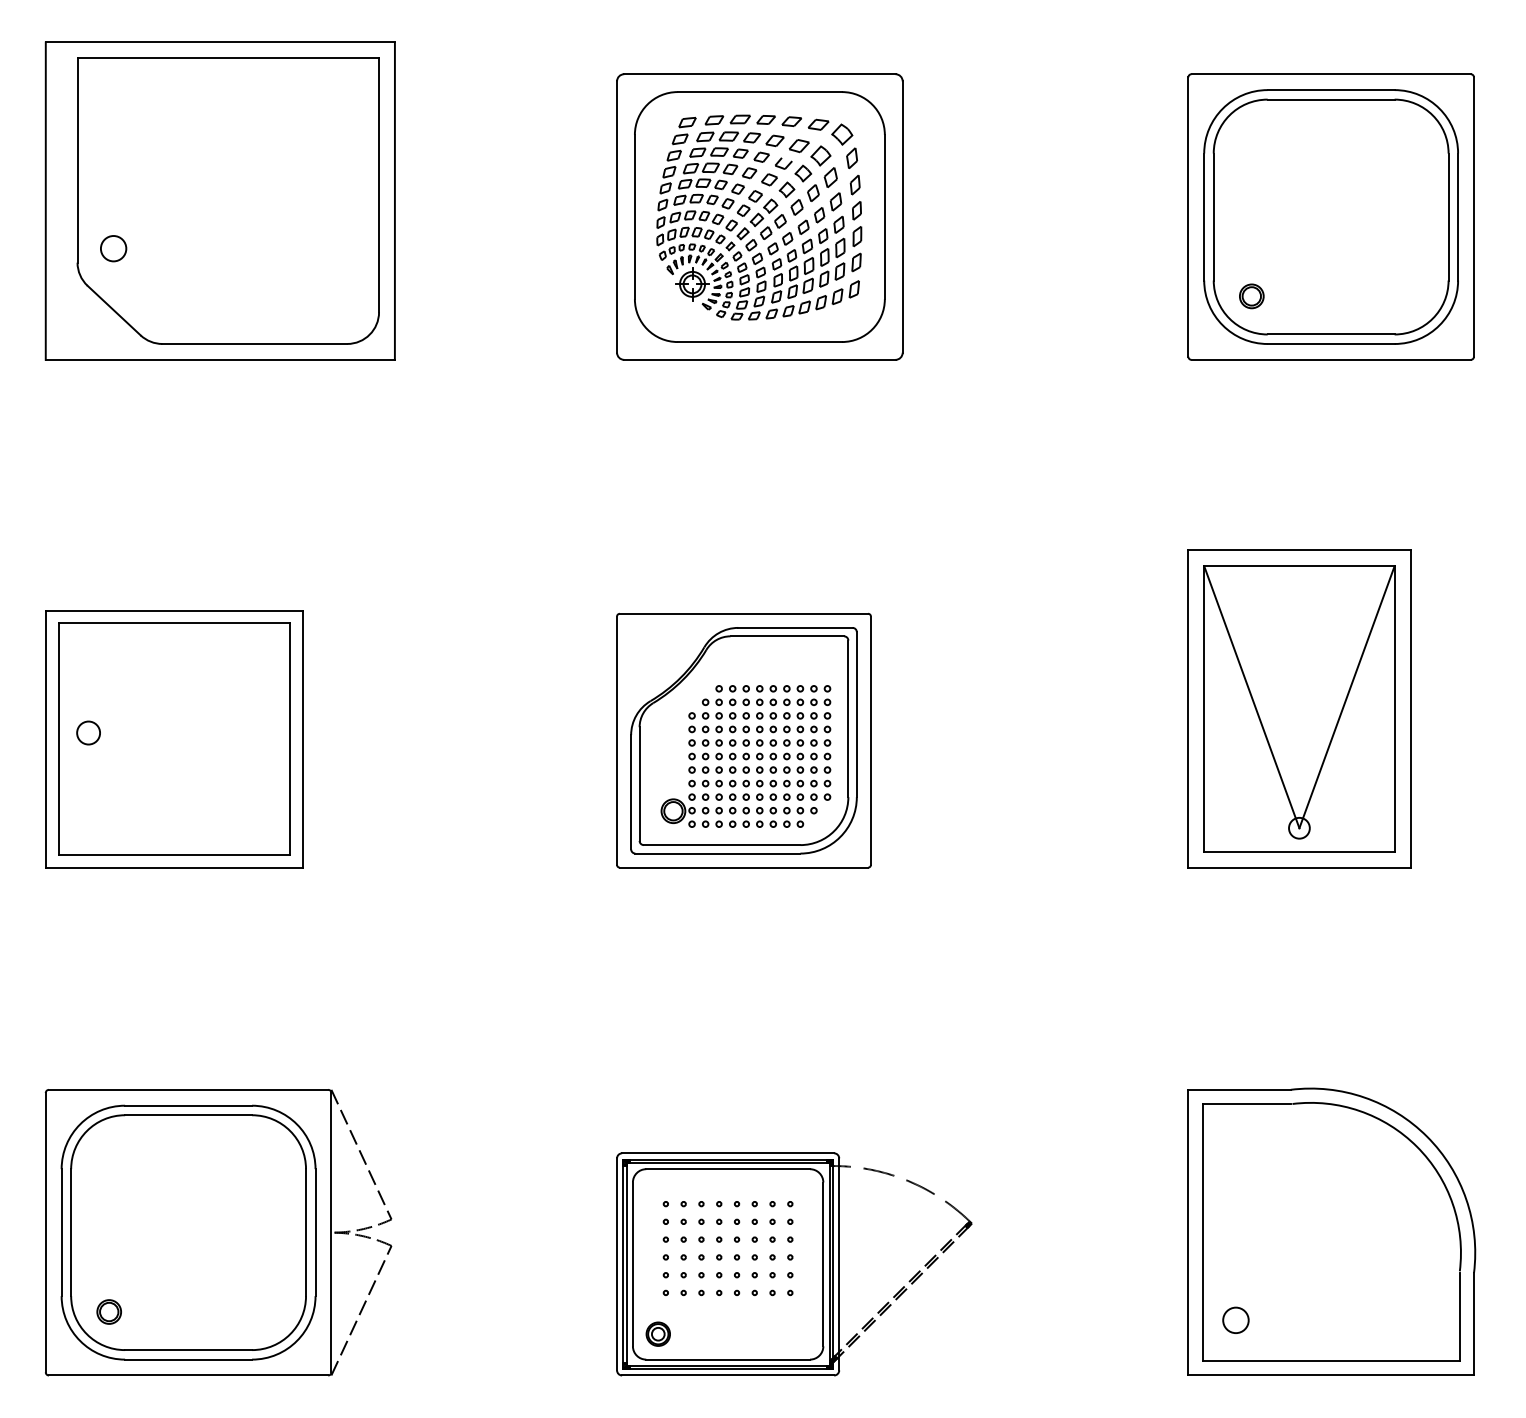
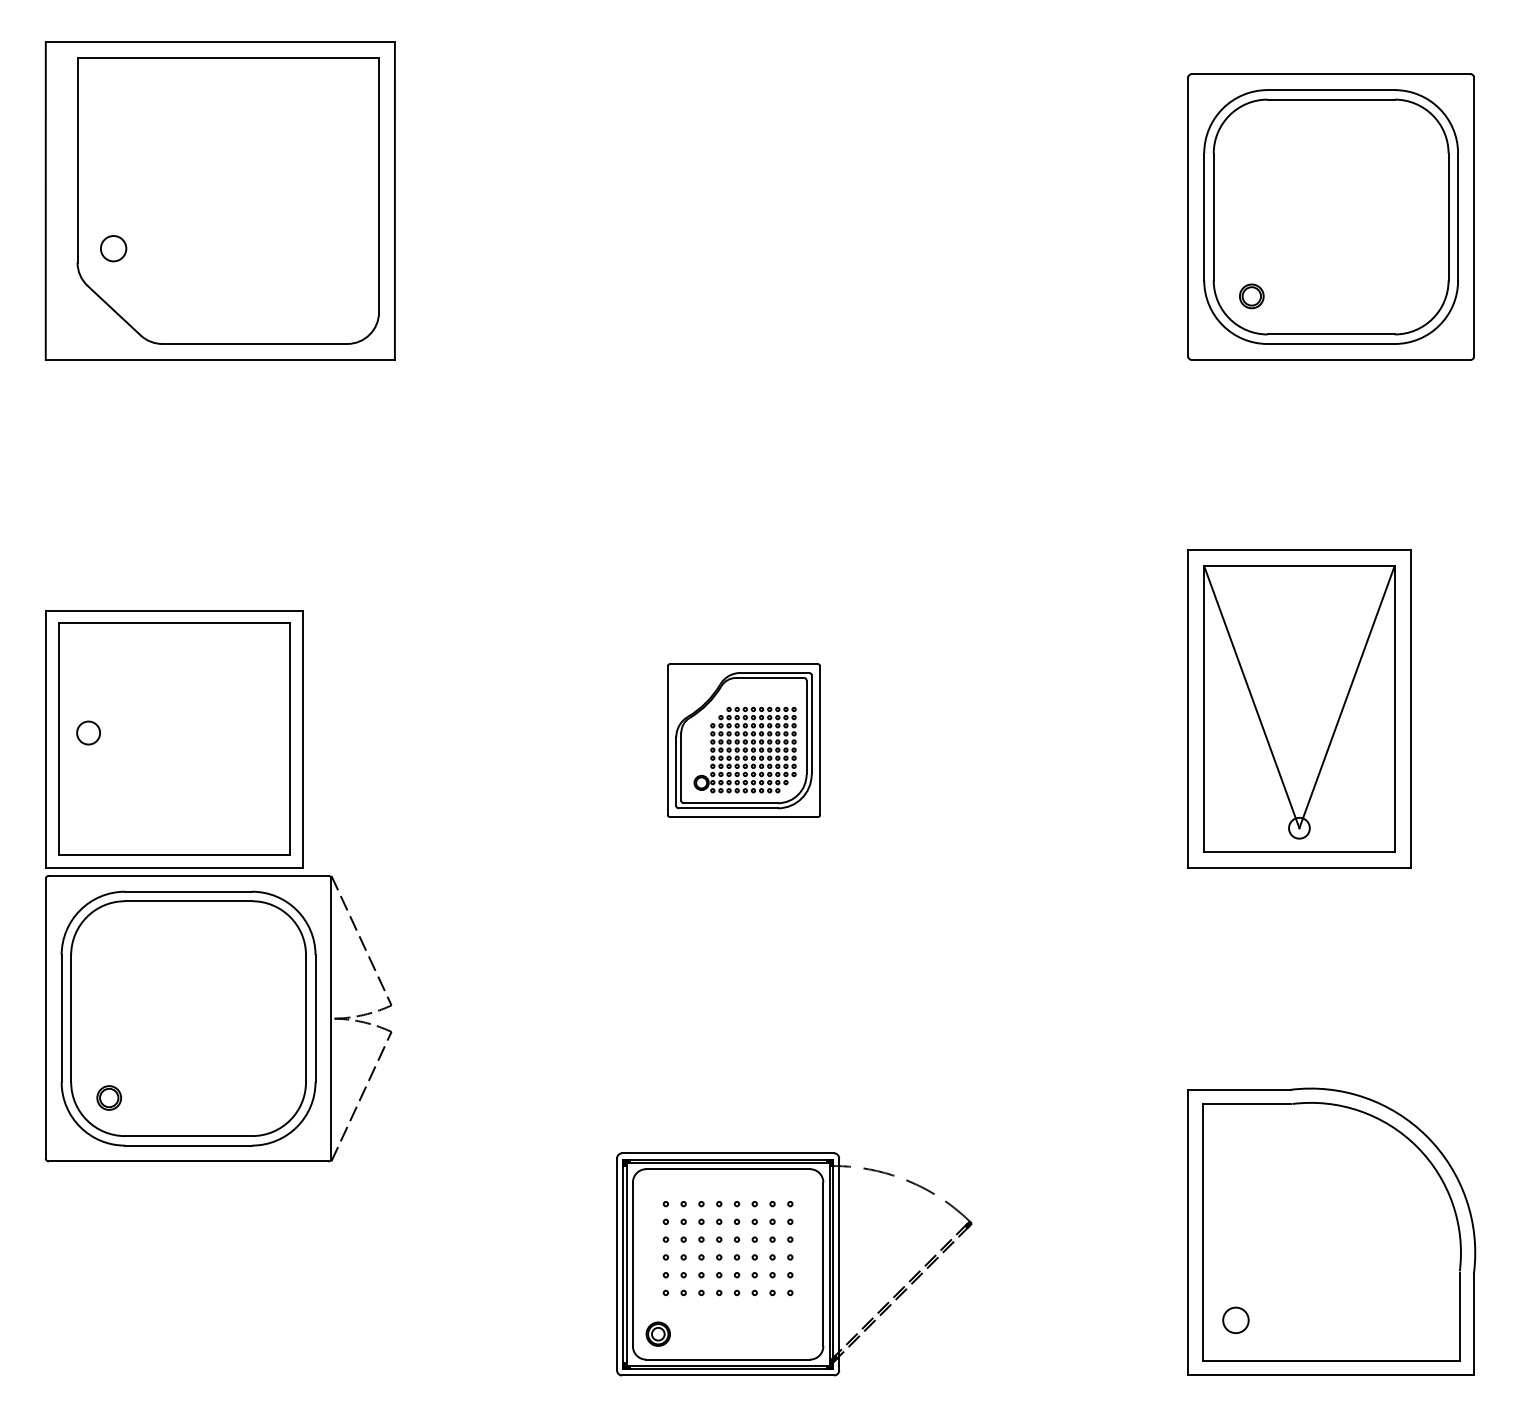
part at (759, 216): present -> none
part at (743, 740) size: 256x257 px -> 154x155 px
part at (218, 1232) position: (218, 1232) -> (218, 1018)
